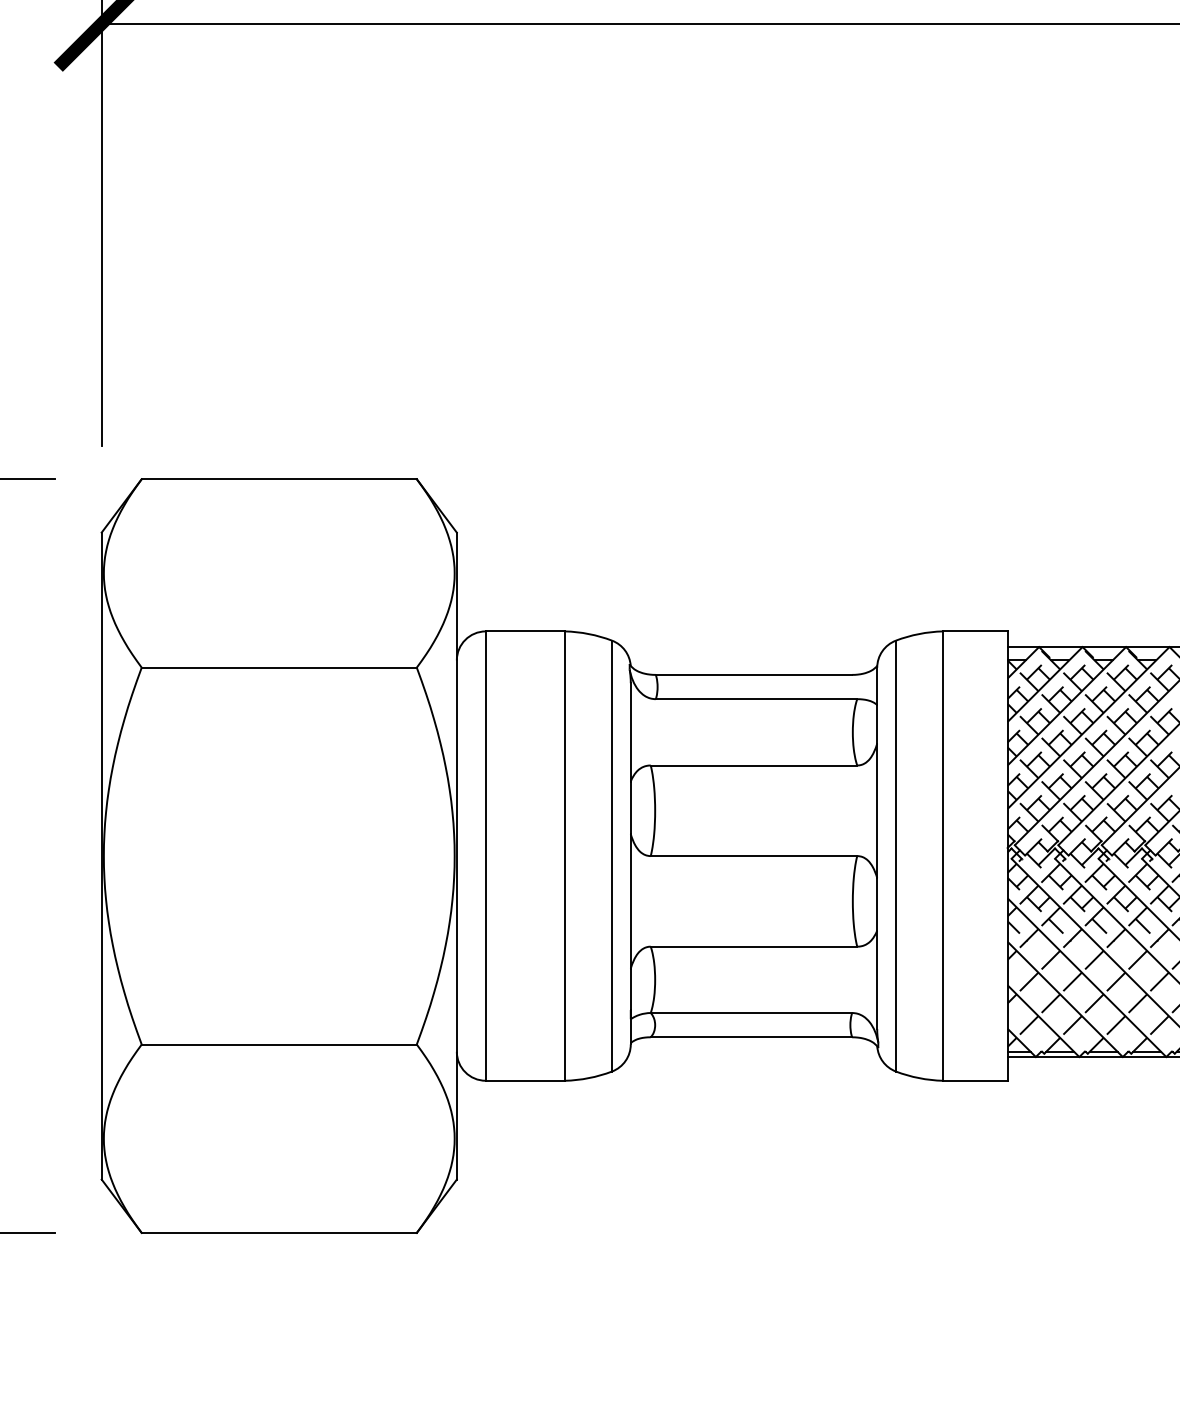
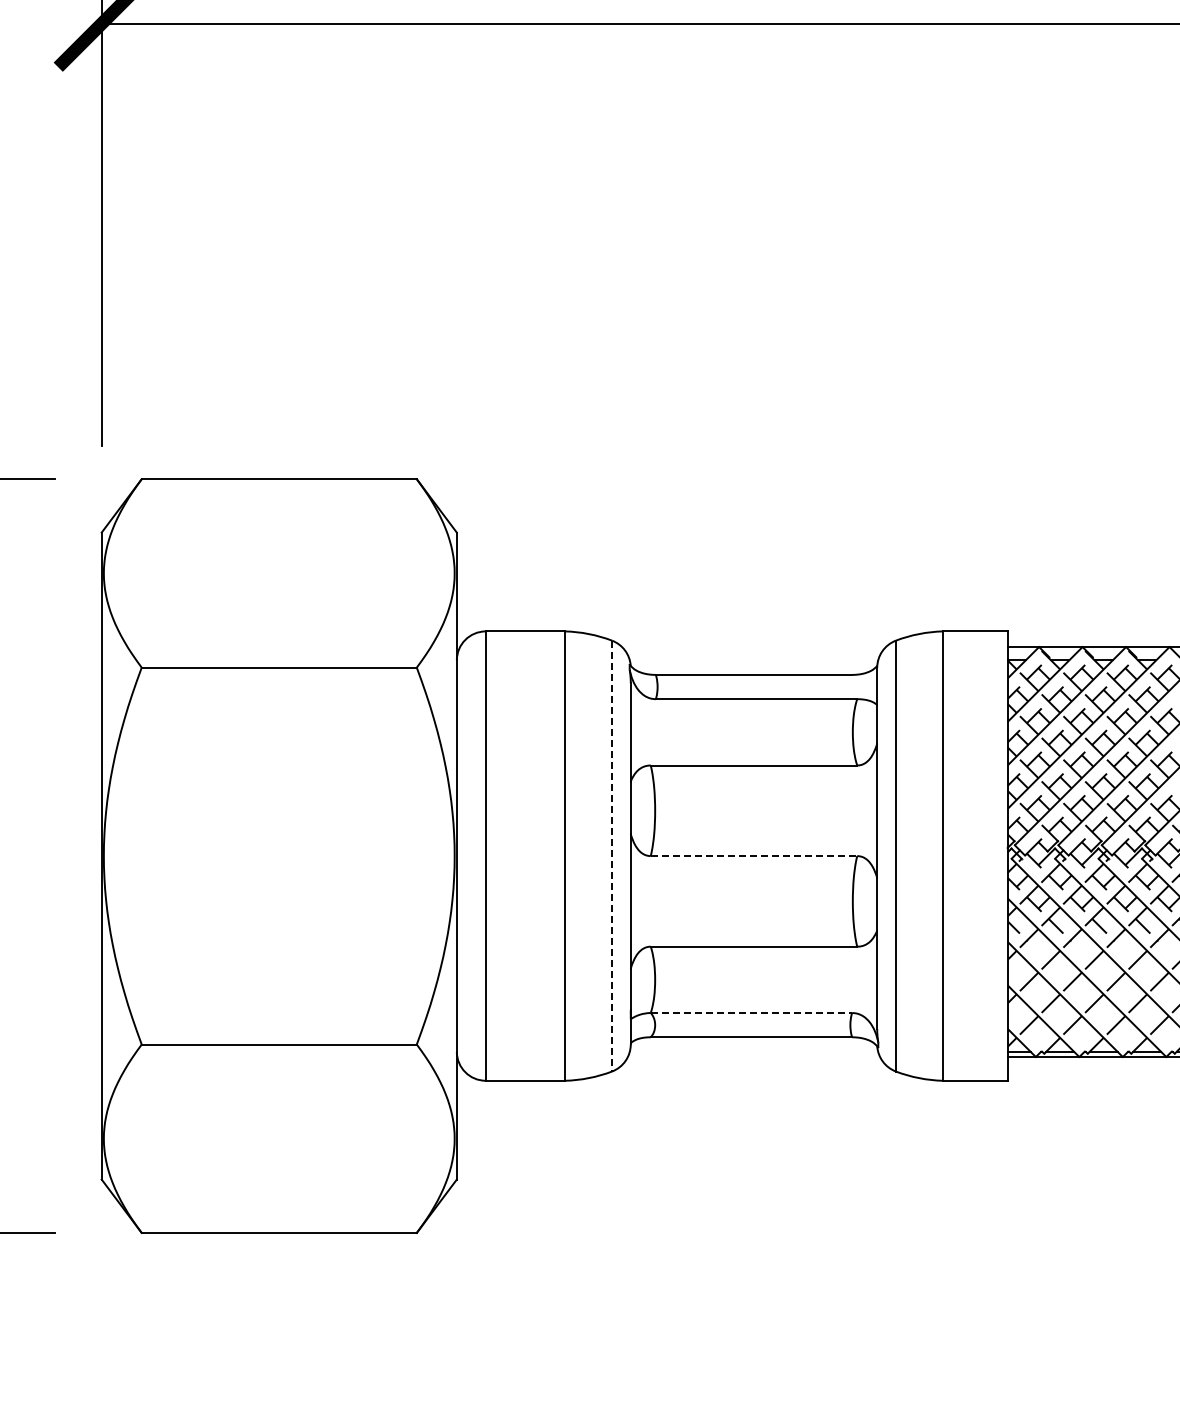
line at (612, 856): solid -> dashed
line at (754, 856): solid -> dashed
line at (751, 1013): solid -> dashed
